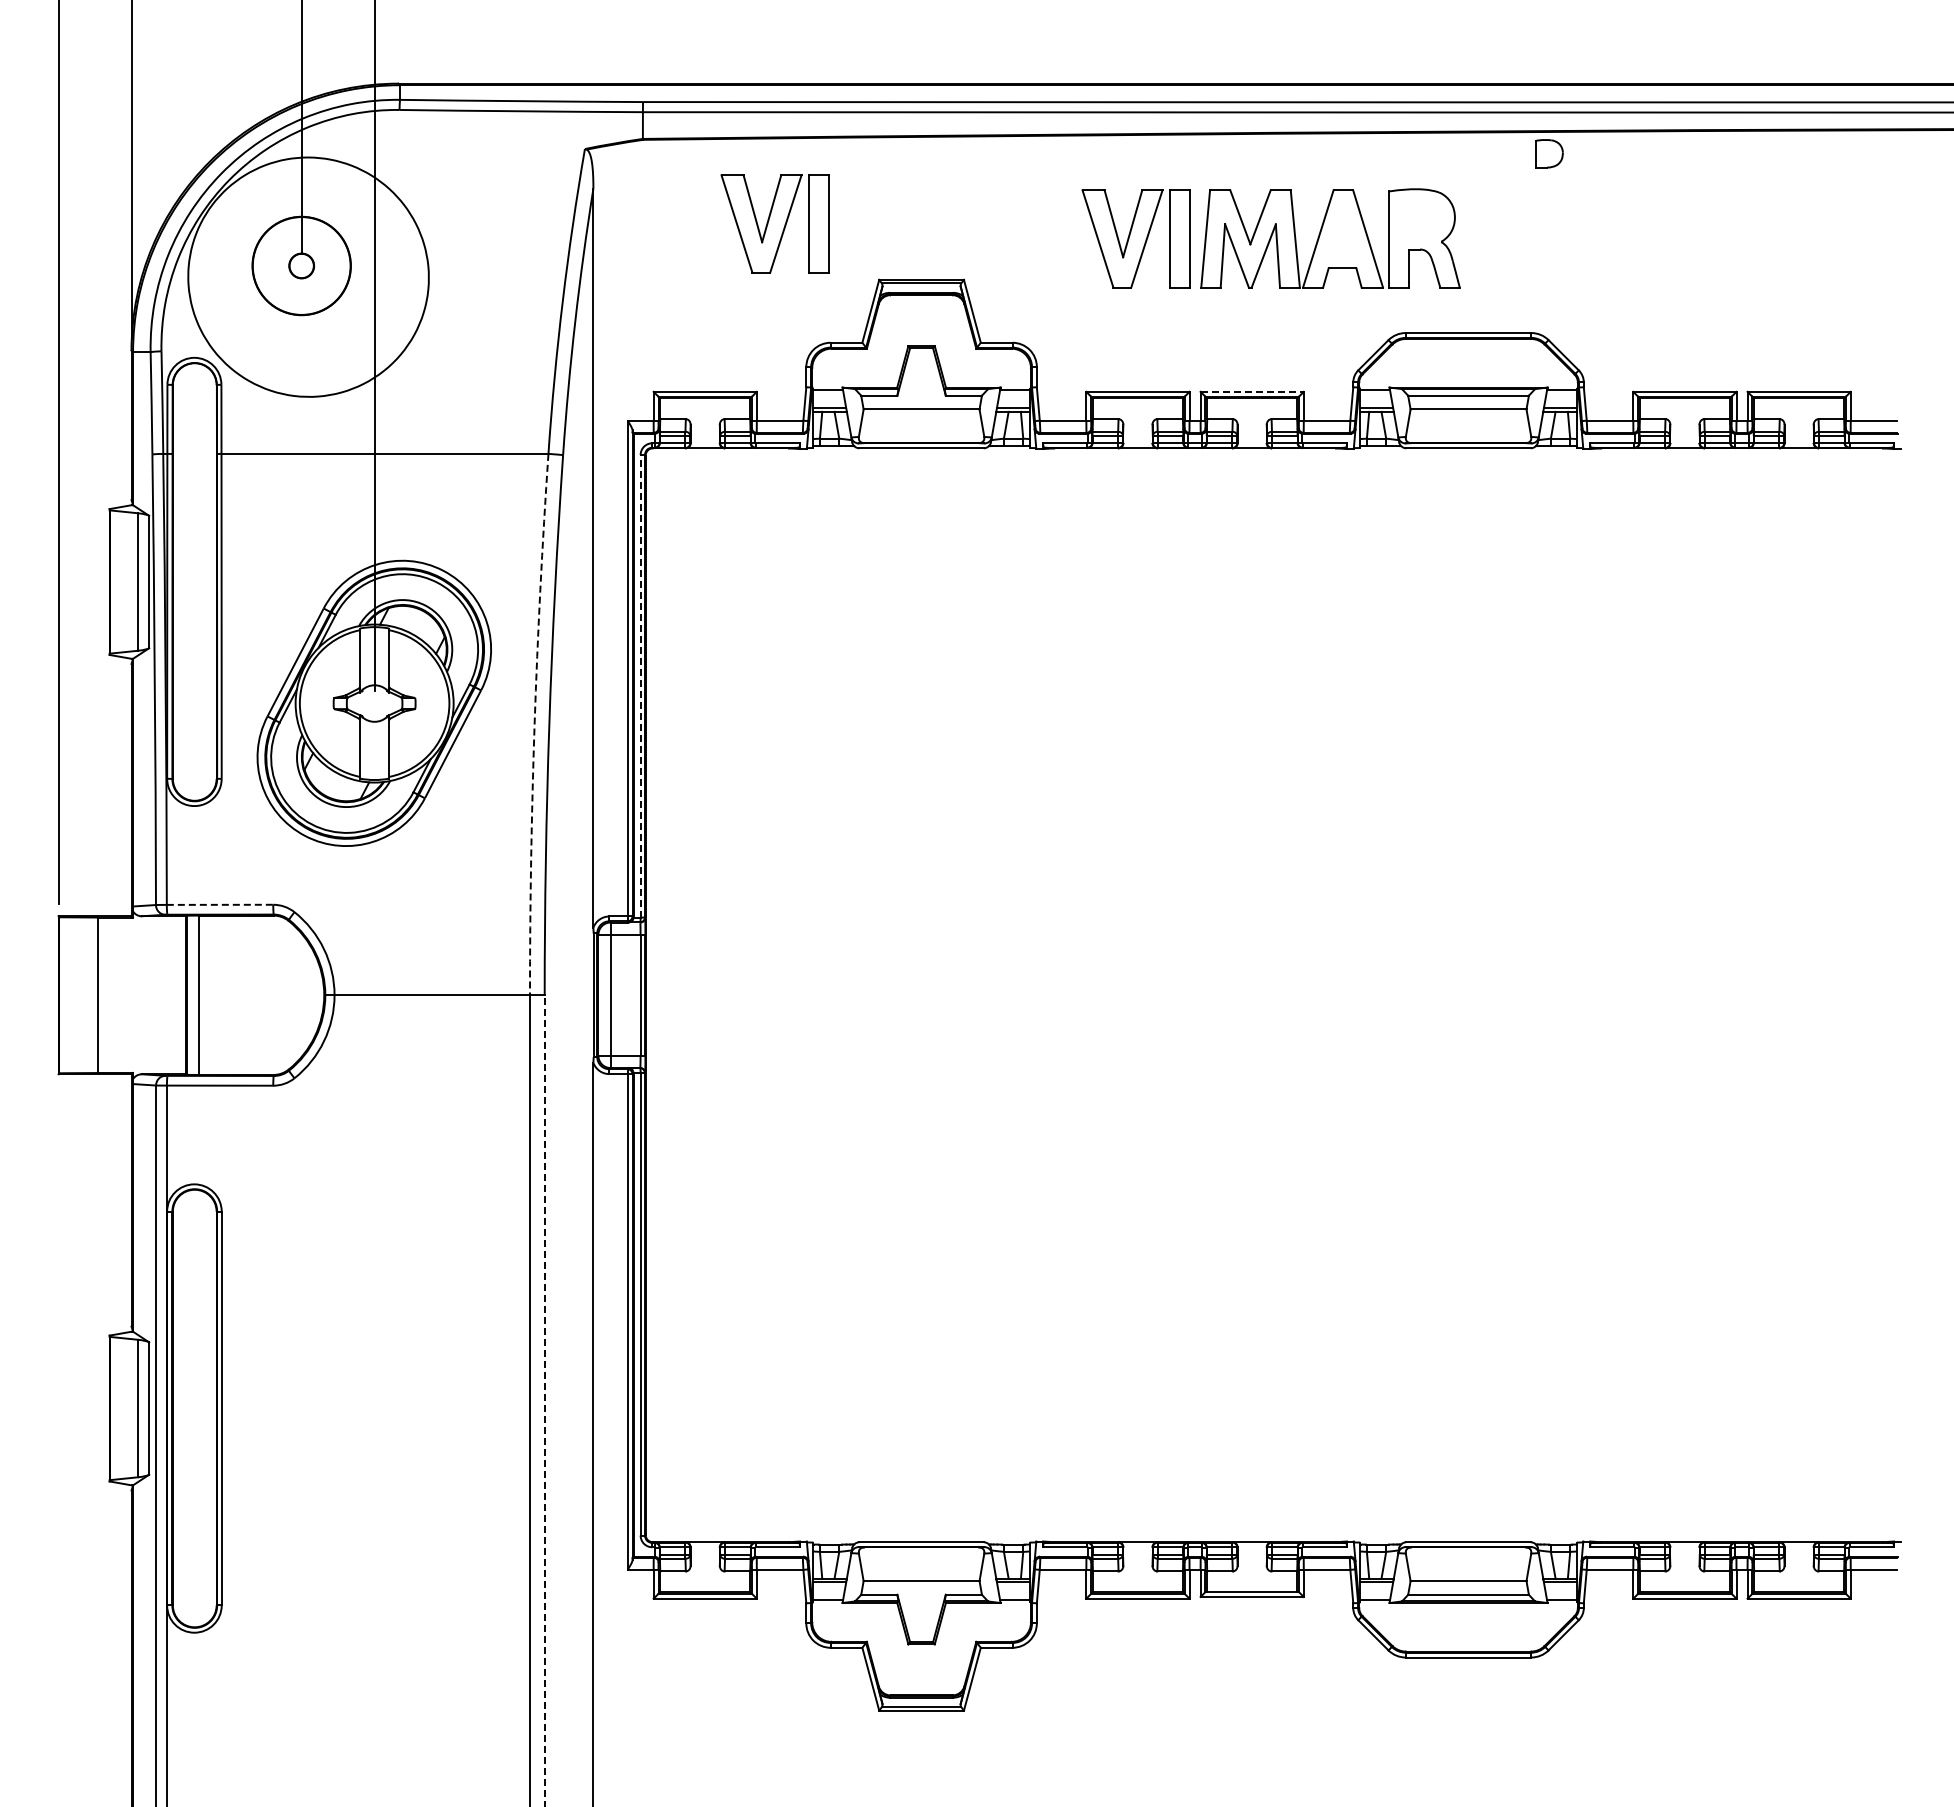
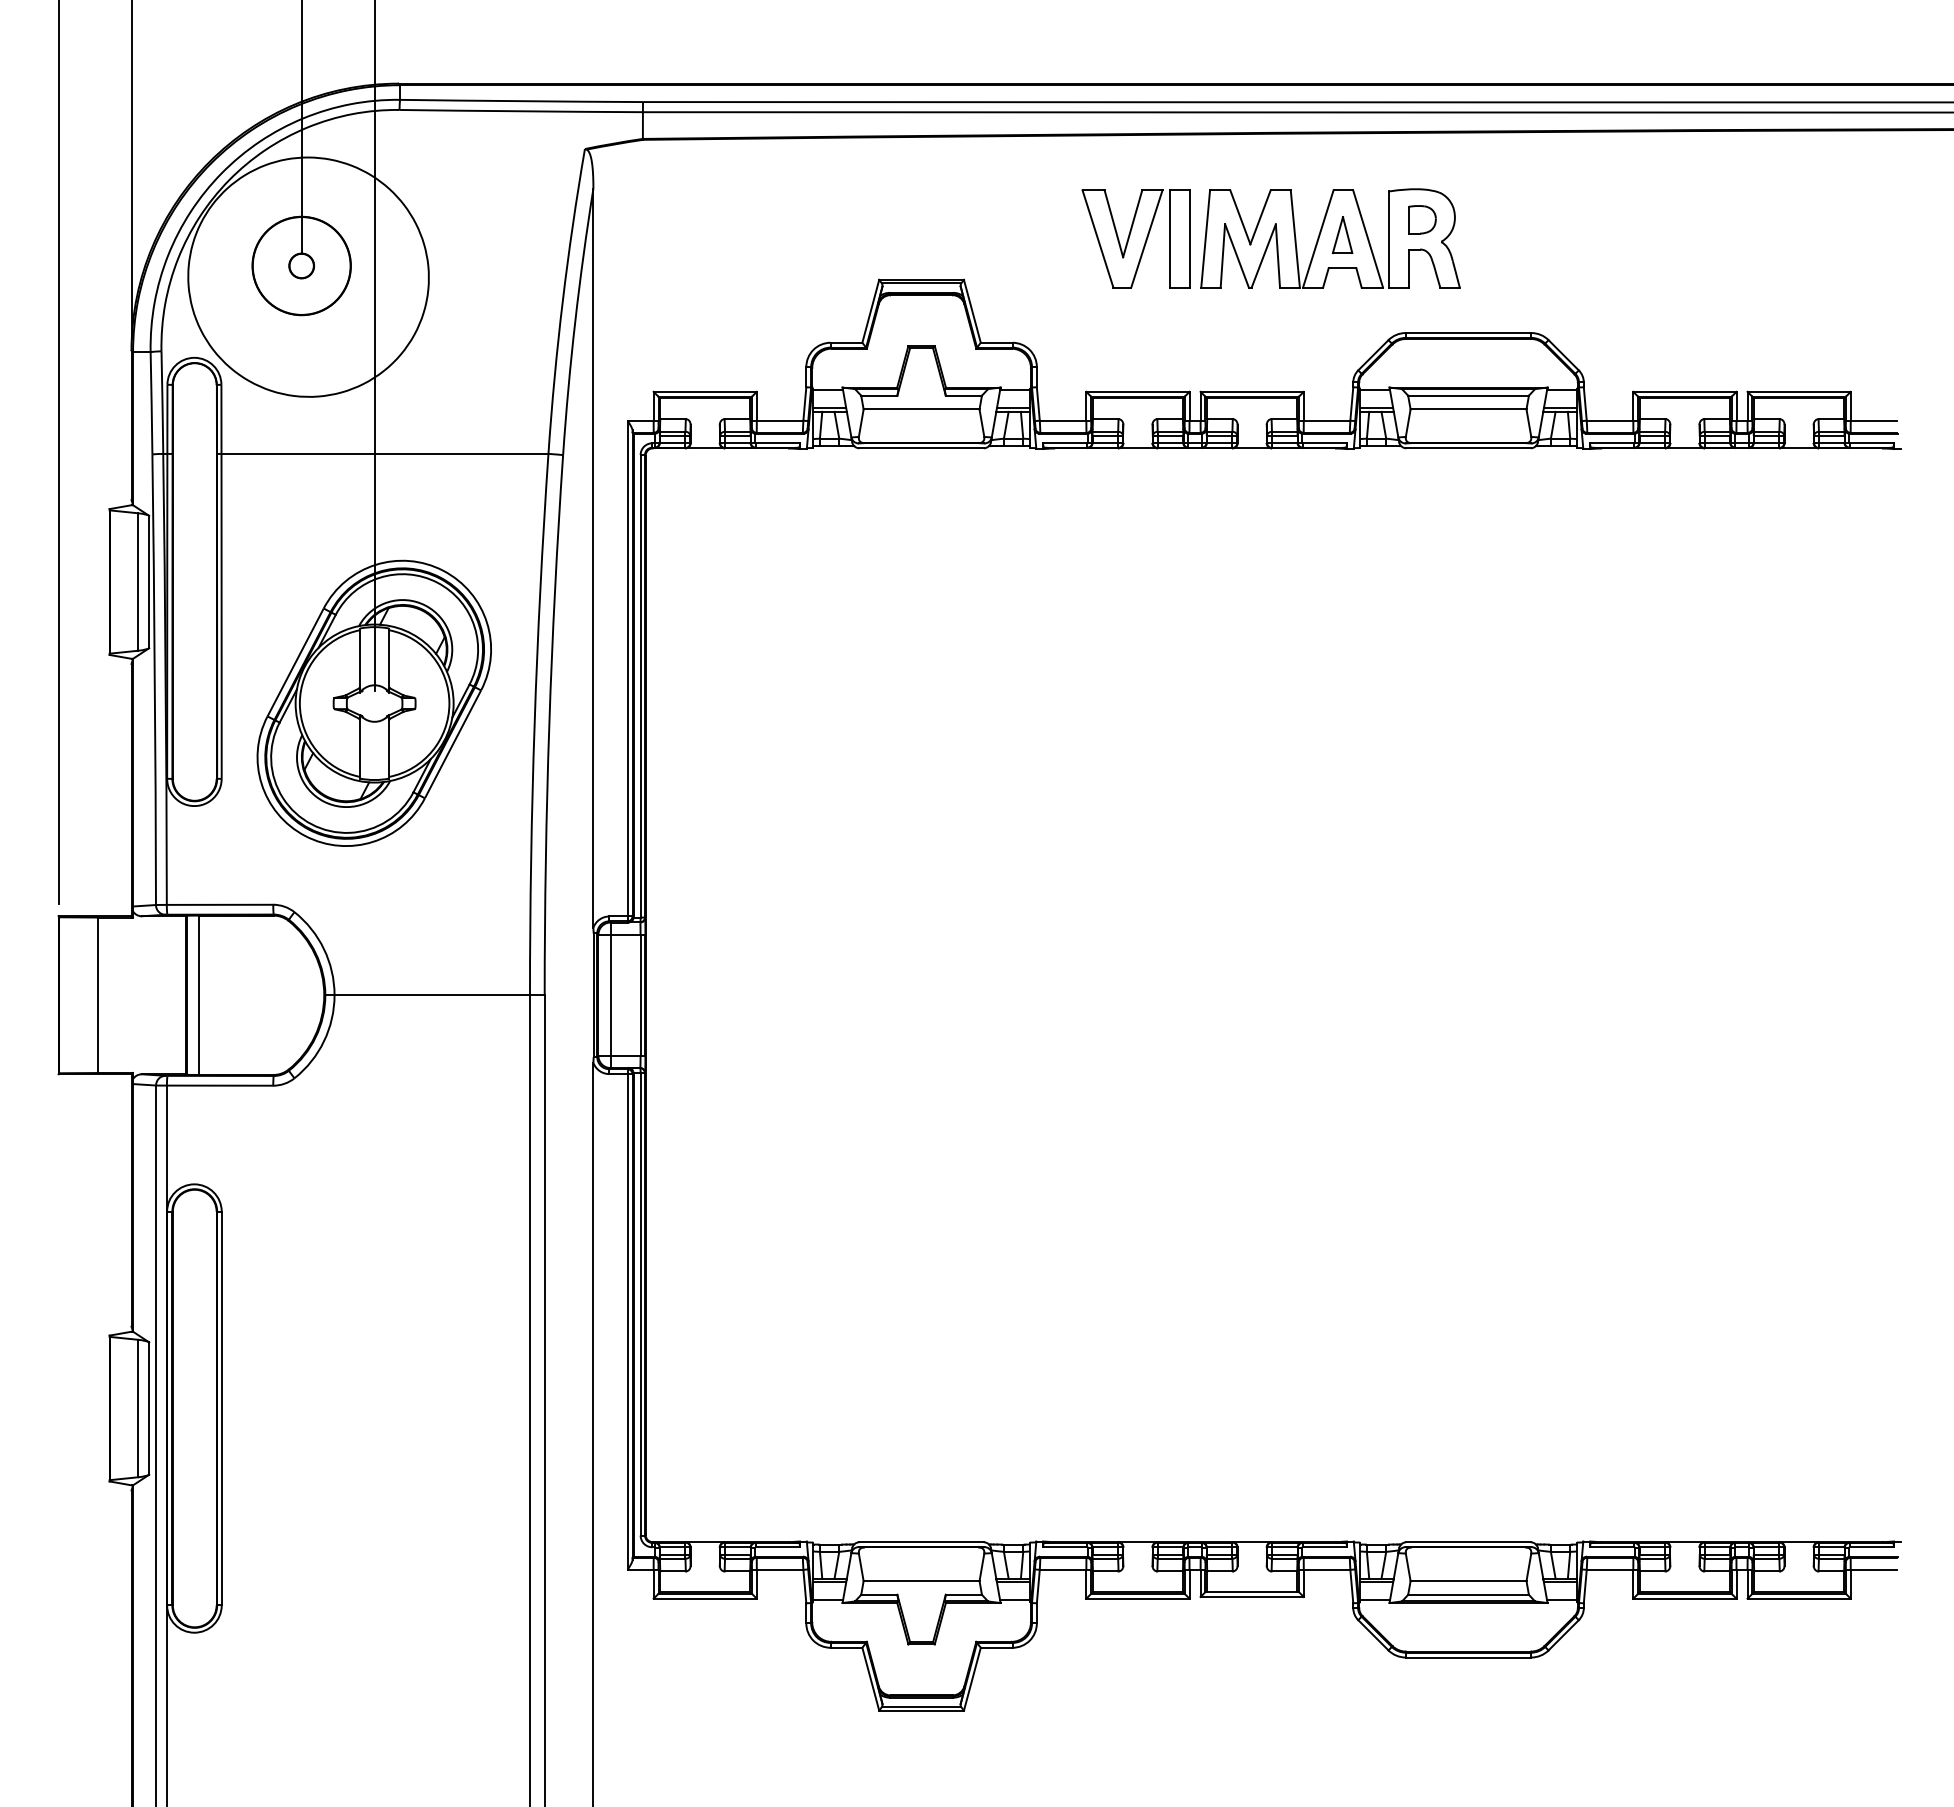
part at (1549, 153) position: (1549, 153) -> (1422, 219)
part at (774, 223): present -> none
part at (1342, 235): none -> present
line at (1252, 391): dashed -> solid
line at (640, 685): dashed -> solid
arc at (534, 724): dashed -> solid
line at (220, 904): dashed -> solid
line at (544, 1400): dashed -> solid
